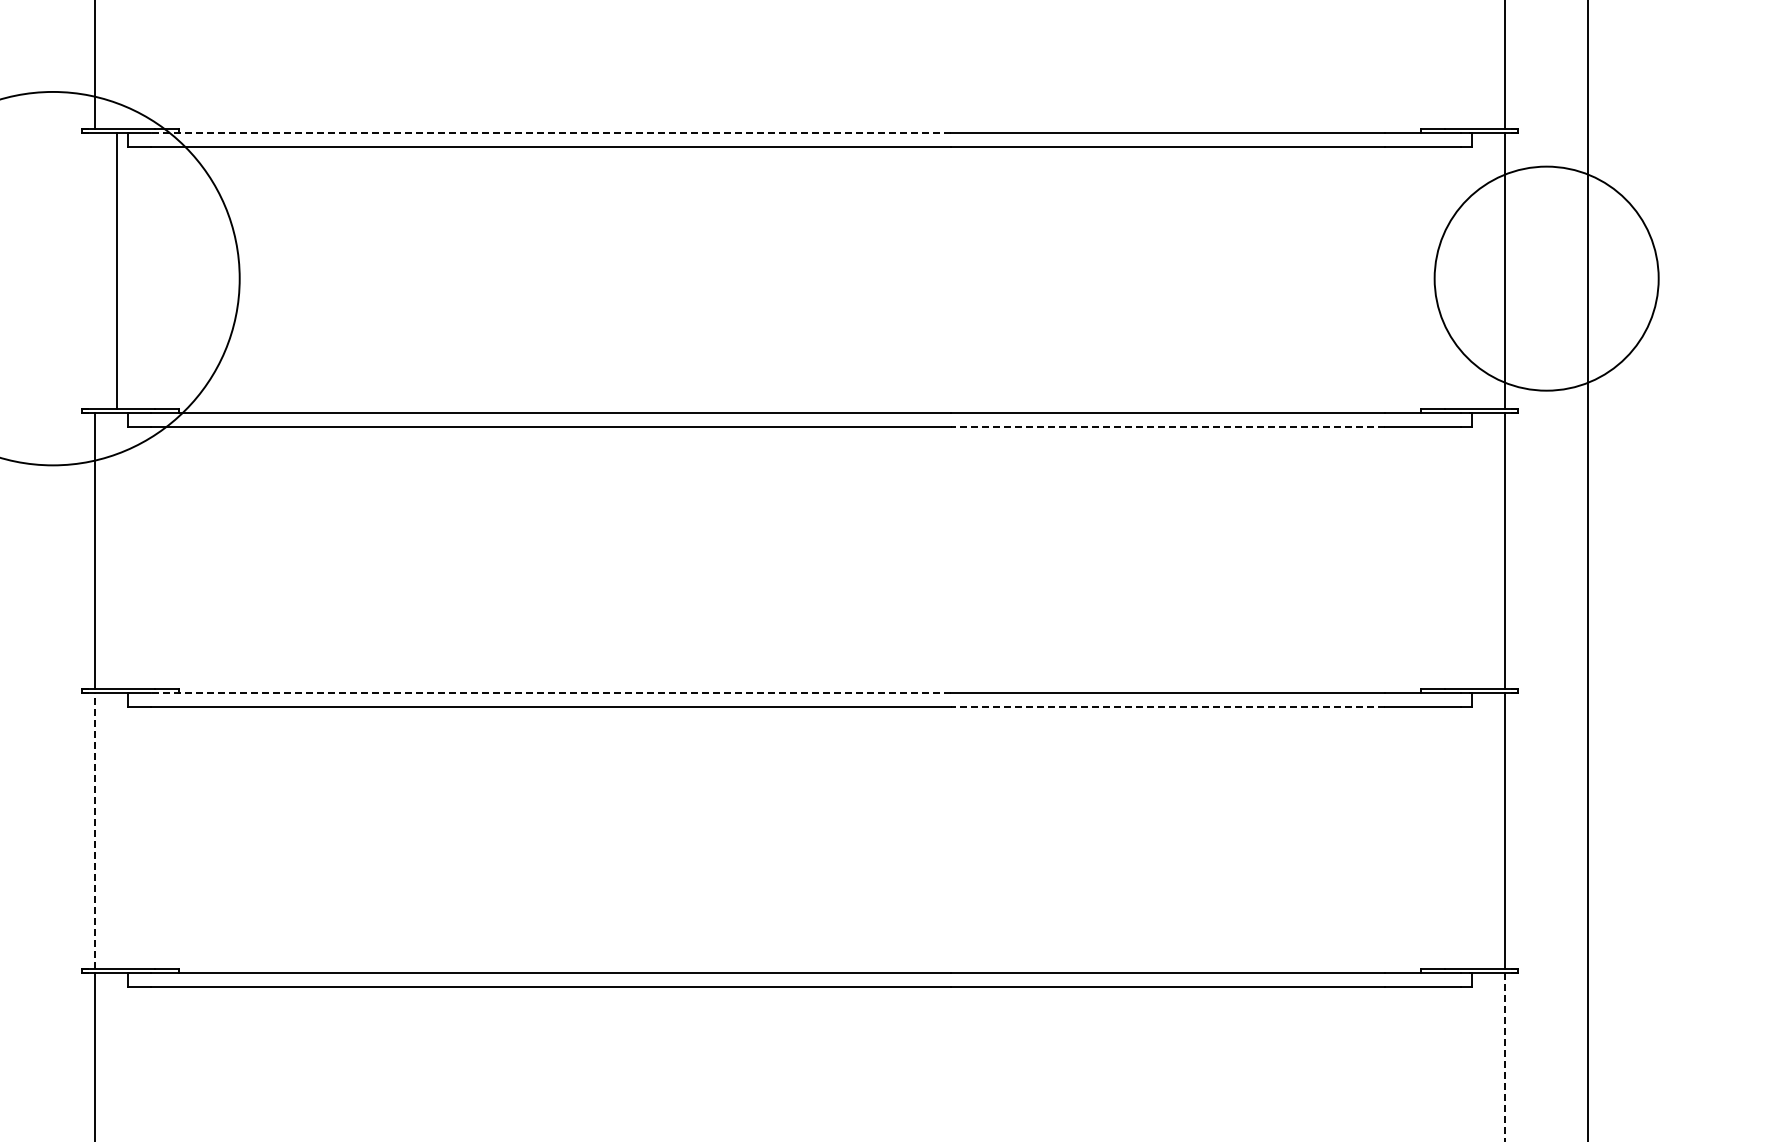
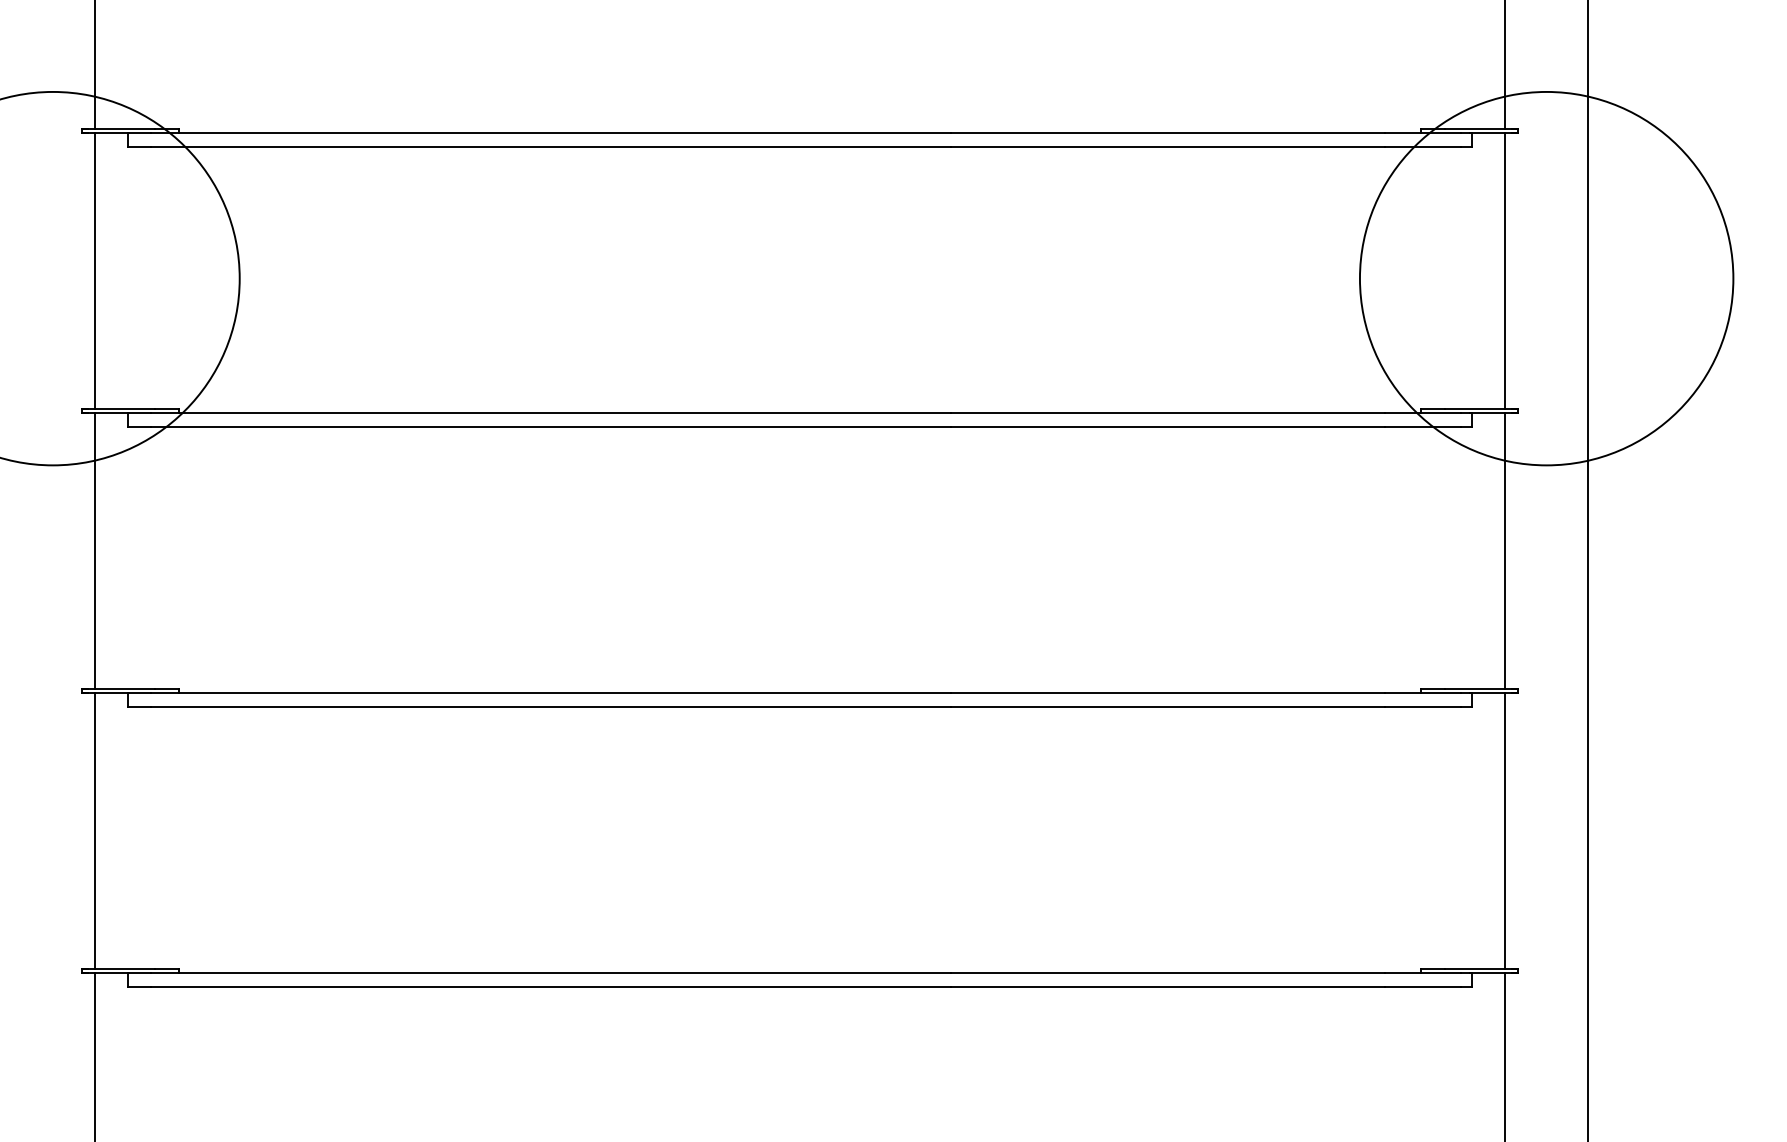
line at (550, 132): dashed -> solid
line at (116, 270) position: (116, 270) -> (94, 270)
circle at (1546, 278) diameter: 224 px -> 373 px
line at (1167, 426): dashed -> solid
line at (550, 692): dashed -> solid
line at (1167, 706): dashed -> solid
line at (94, 830): dashed -> solid
line at (1505, 1057): dashed -> solid
